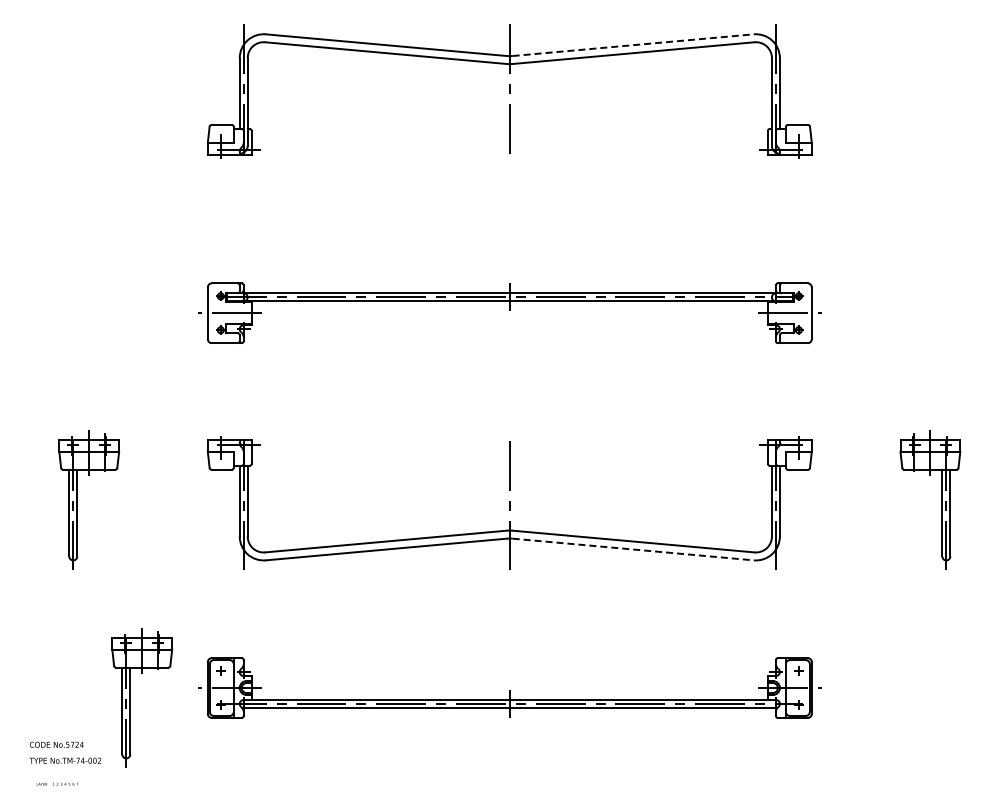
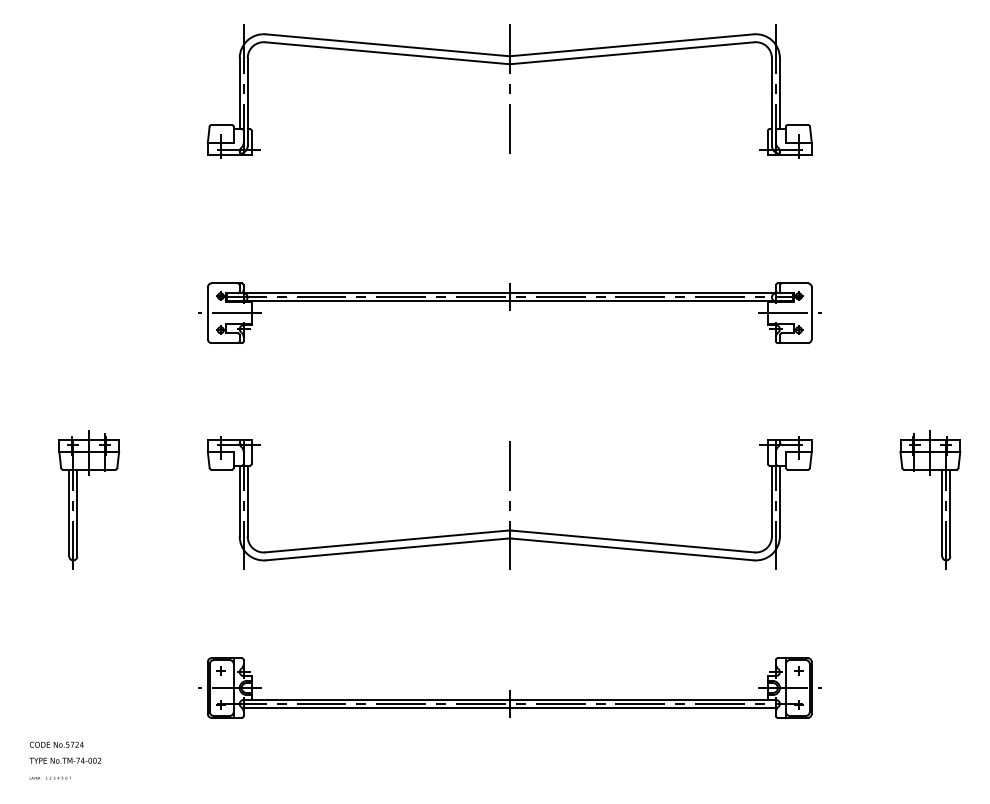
line at (633, 45): dashed -> solid
line at (633, 549): dashed -> solid
part at (130, 697): present -> none
text at (57, 783) position: (57, 783) -> (50, 777)
